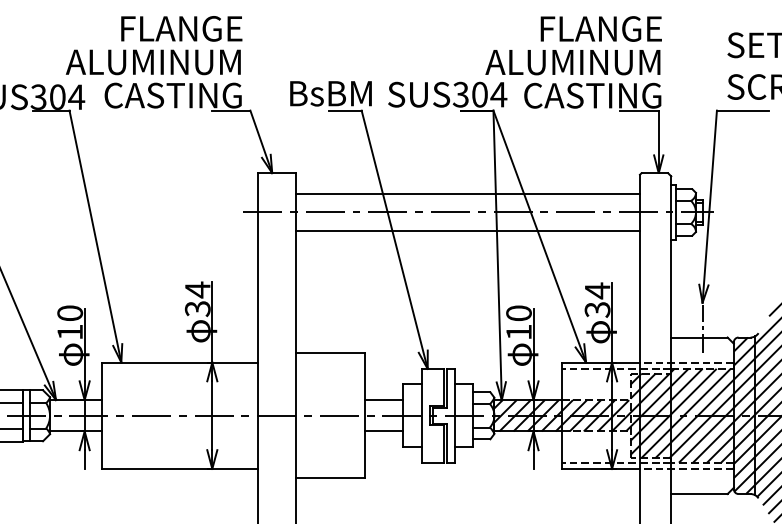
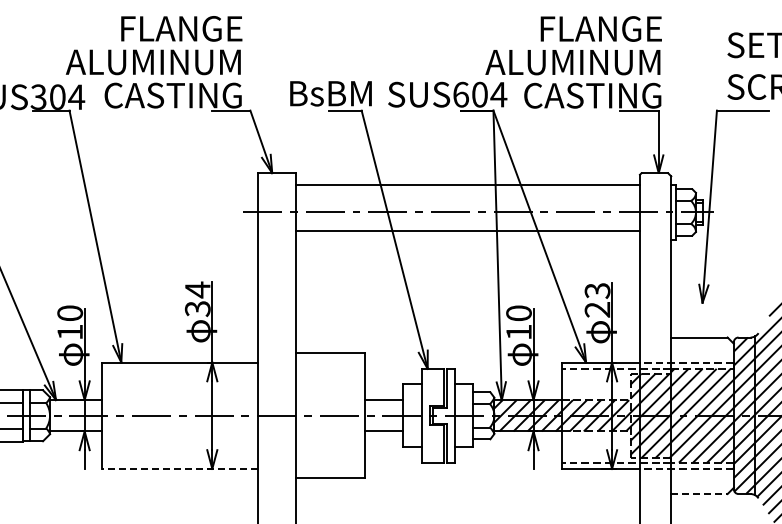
text at (460, 94): SUS304 -> SUS604
line at (467, 193) position: (467, 193) -> (467, 184)
text at (597, 299): 34 -> 23
line at (702, 329): present -> none
line at (179, 468): solid -> dashed
line at (699, 494): solid -> dashed
